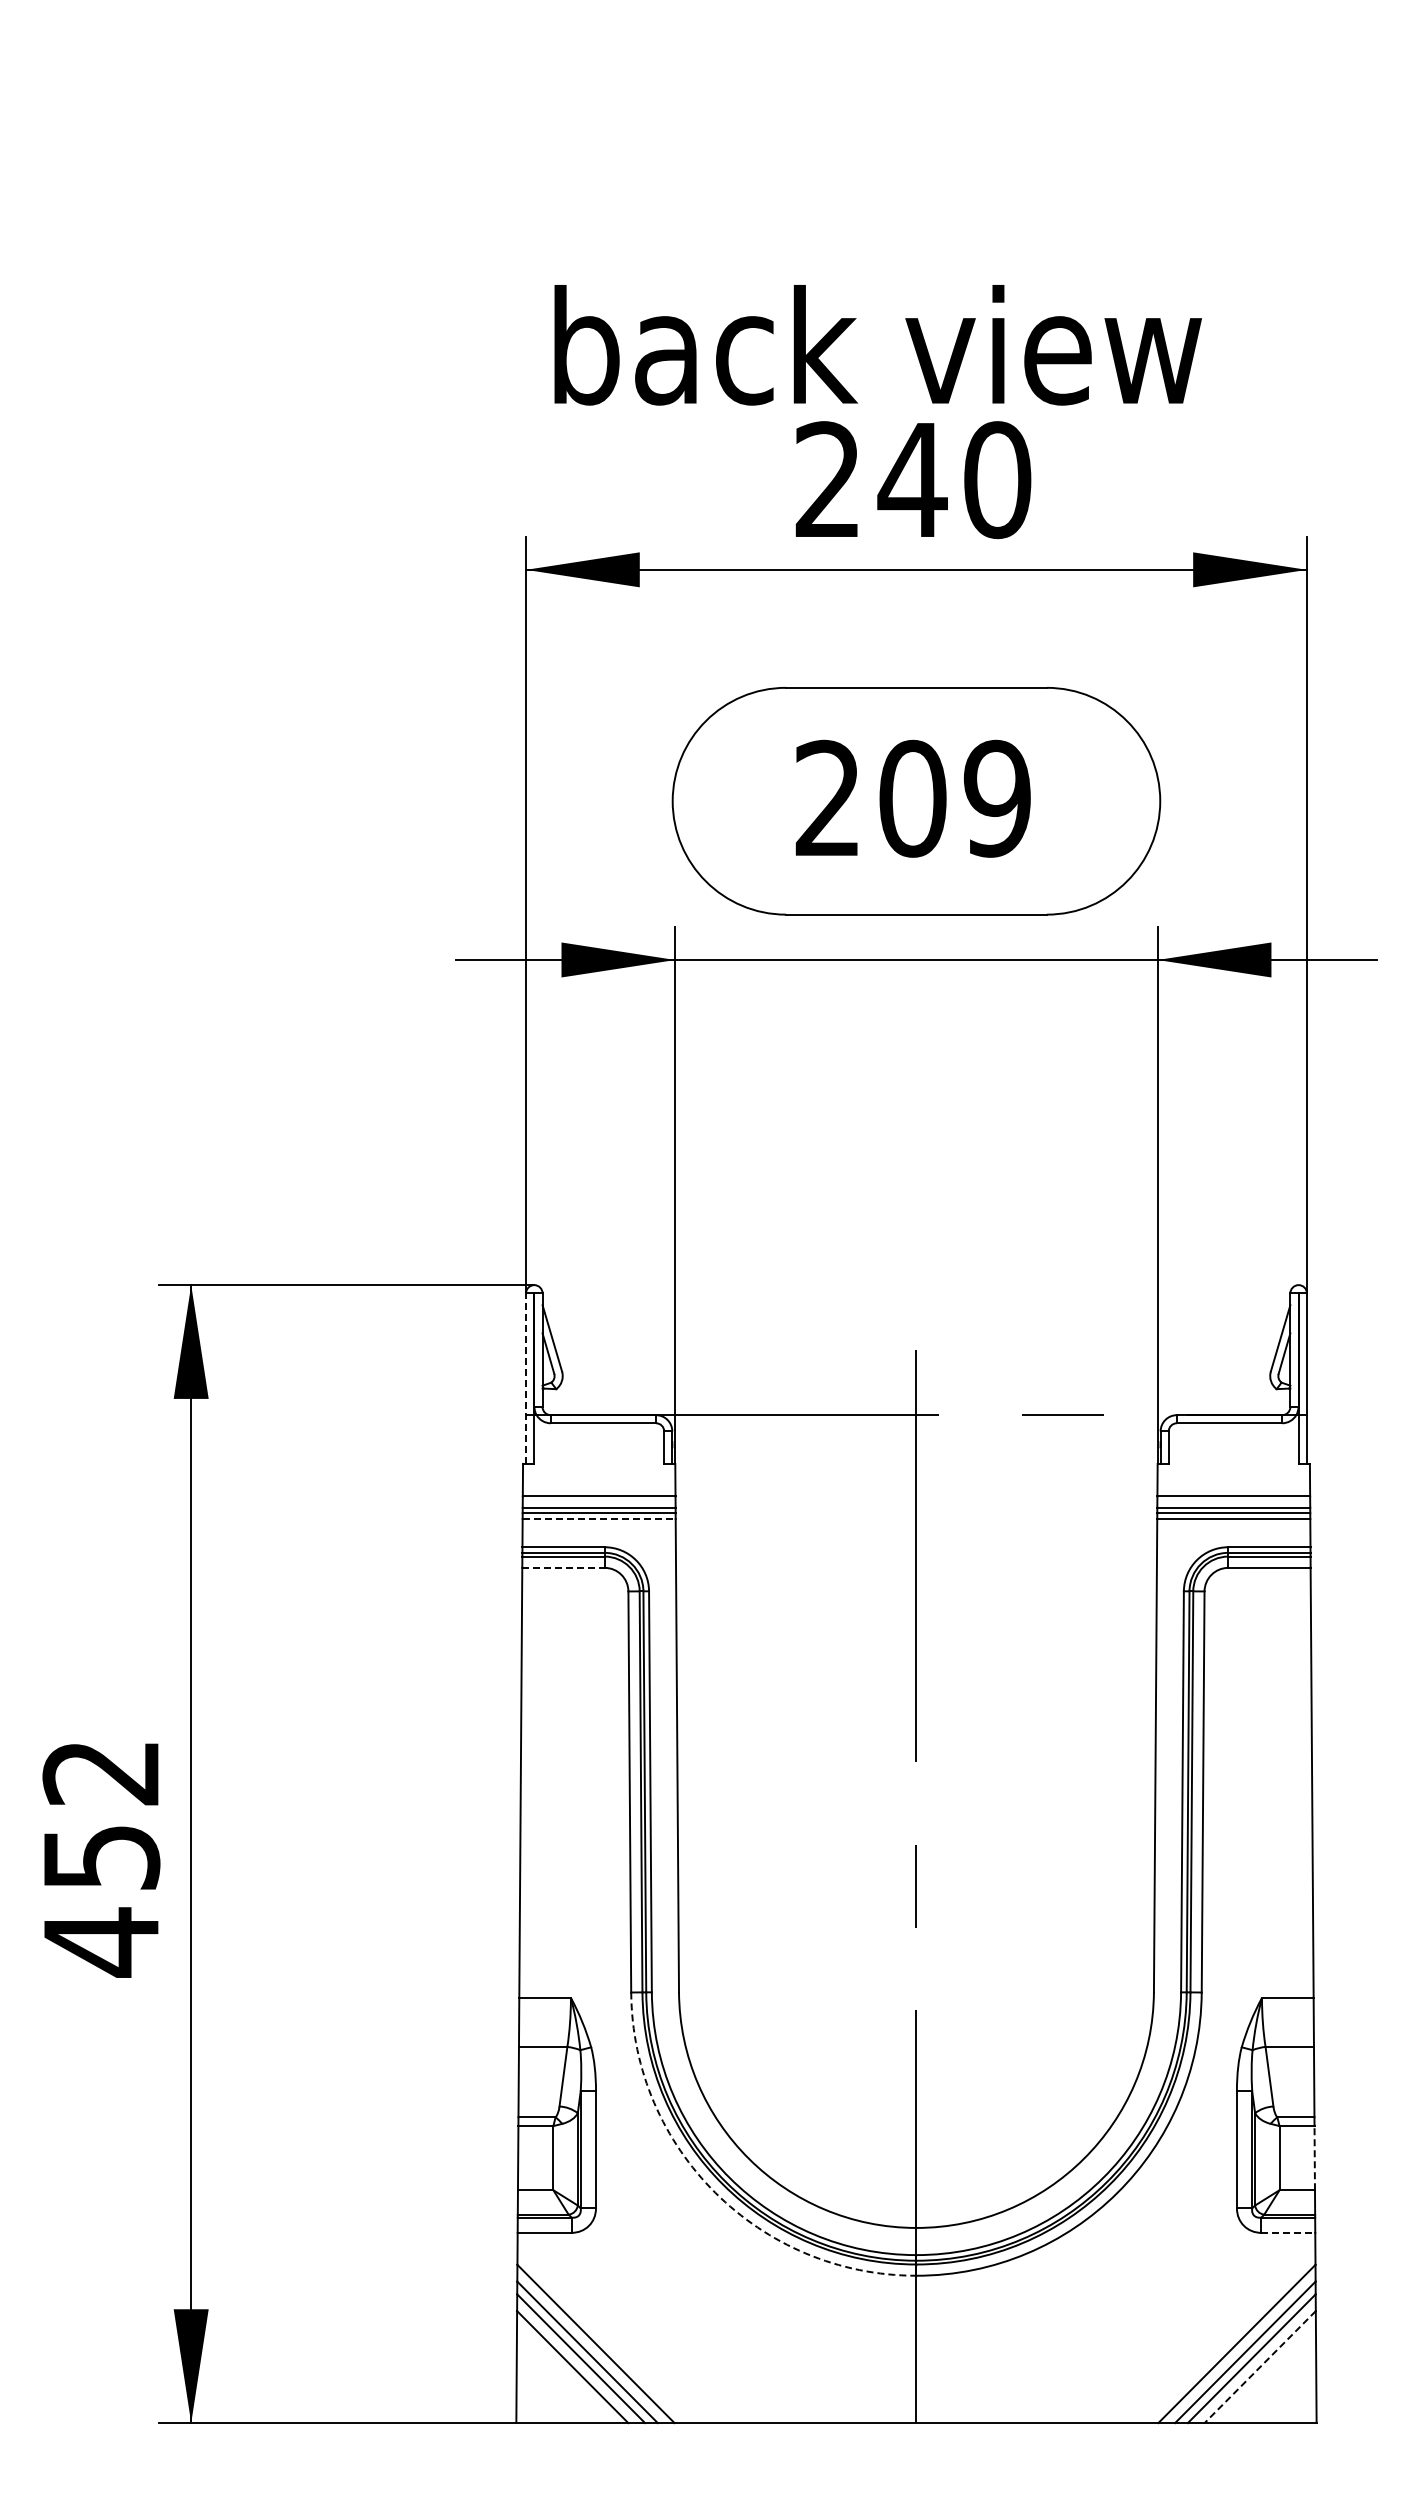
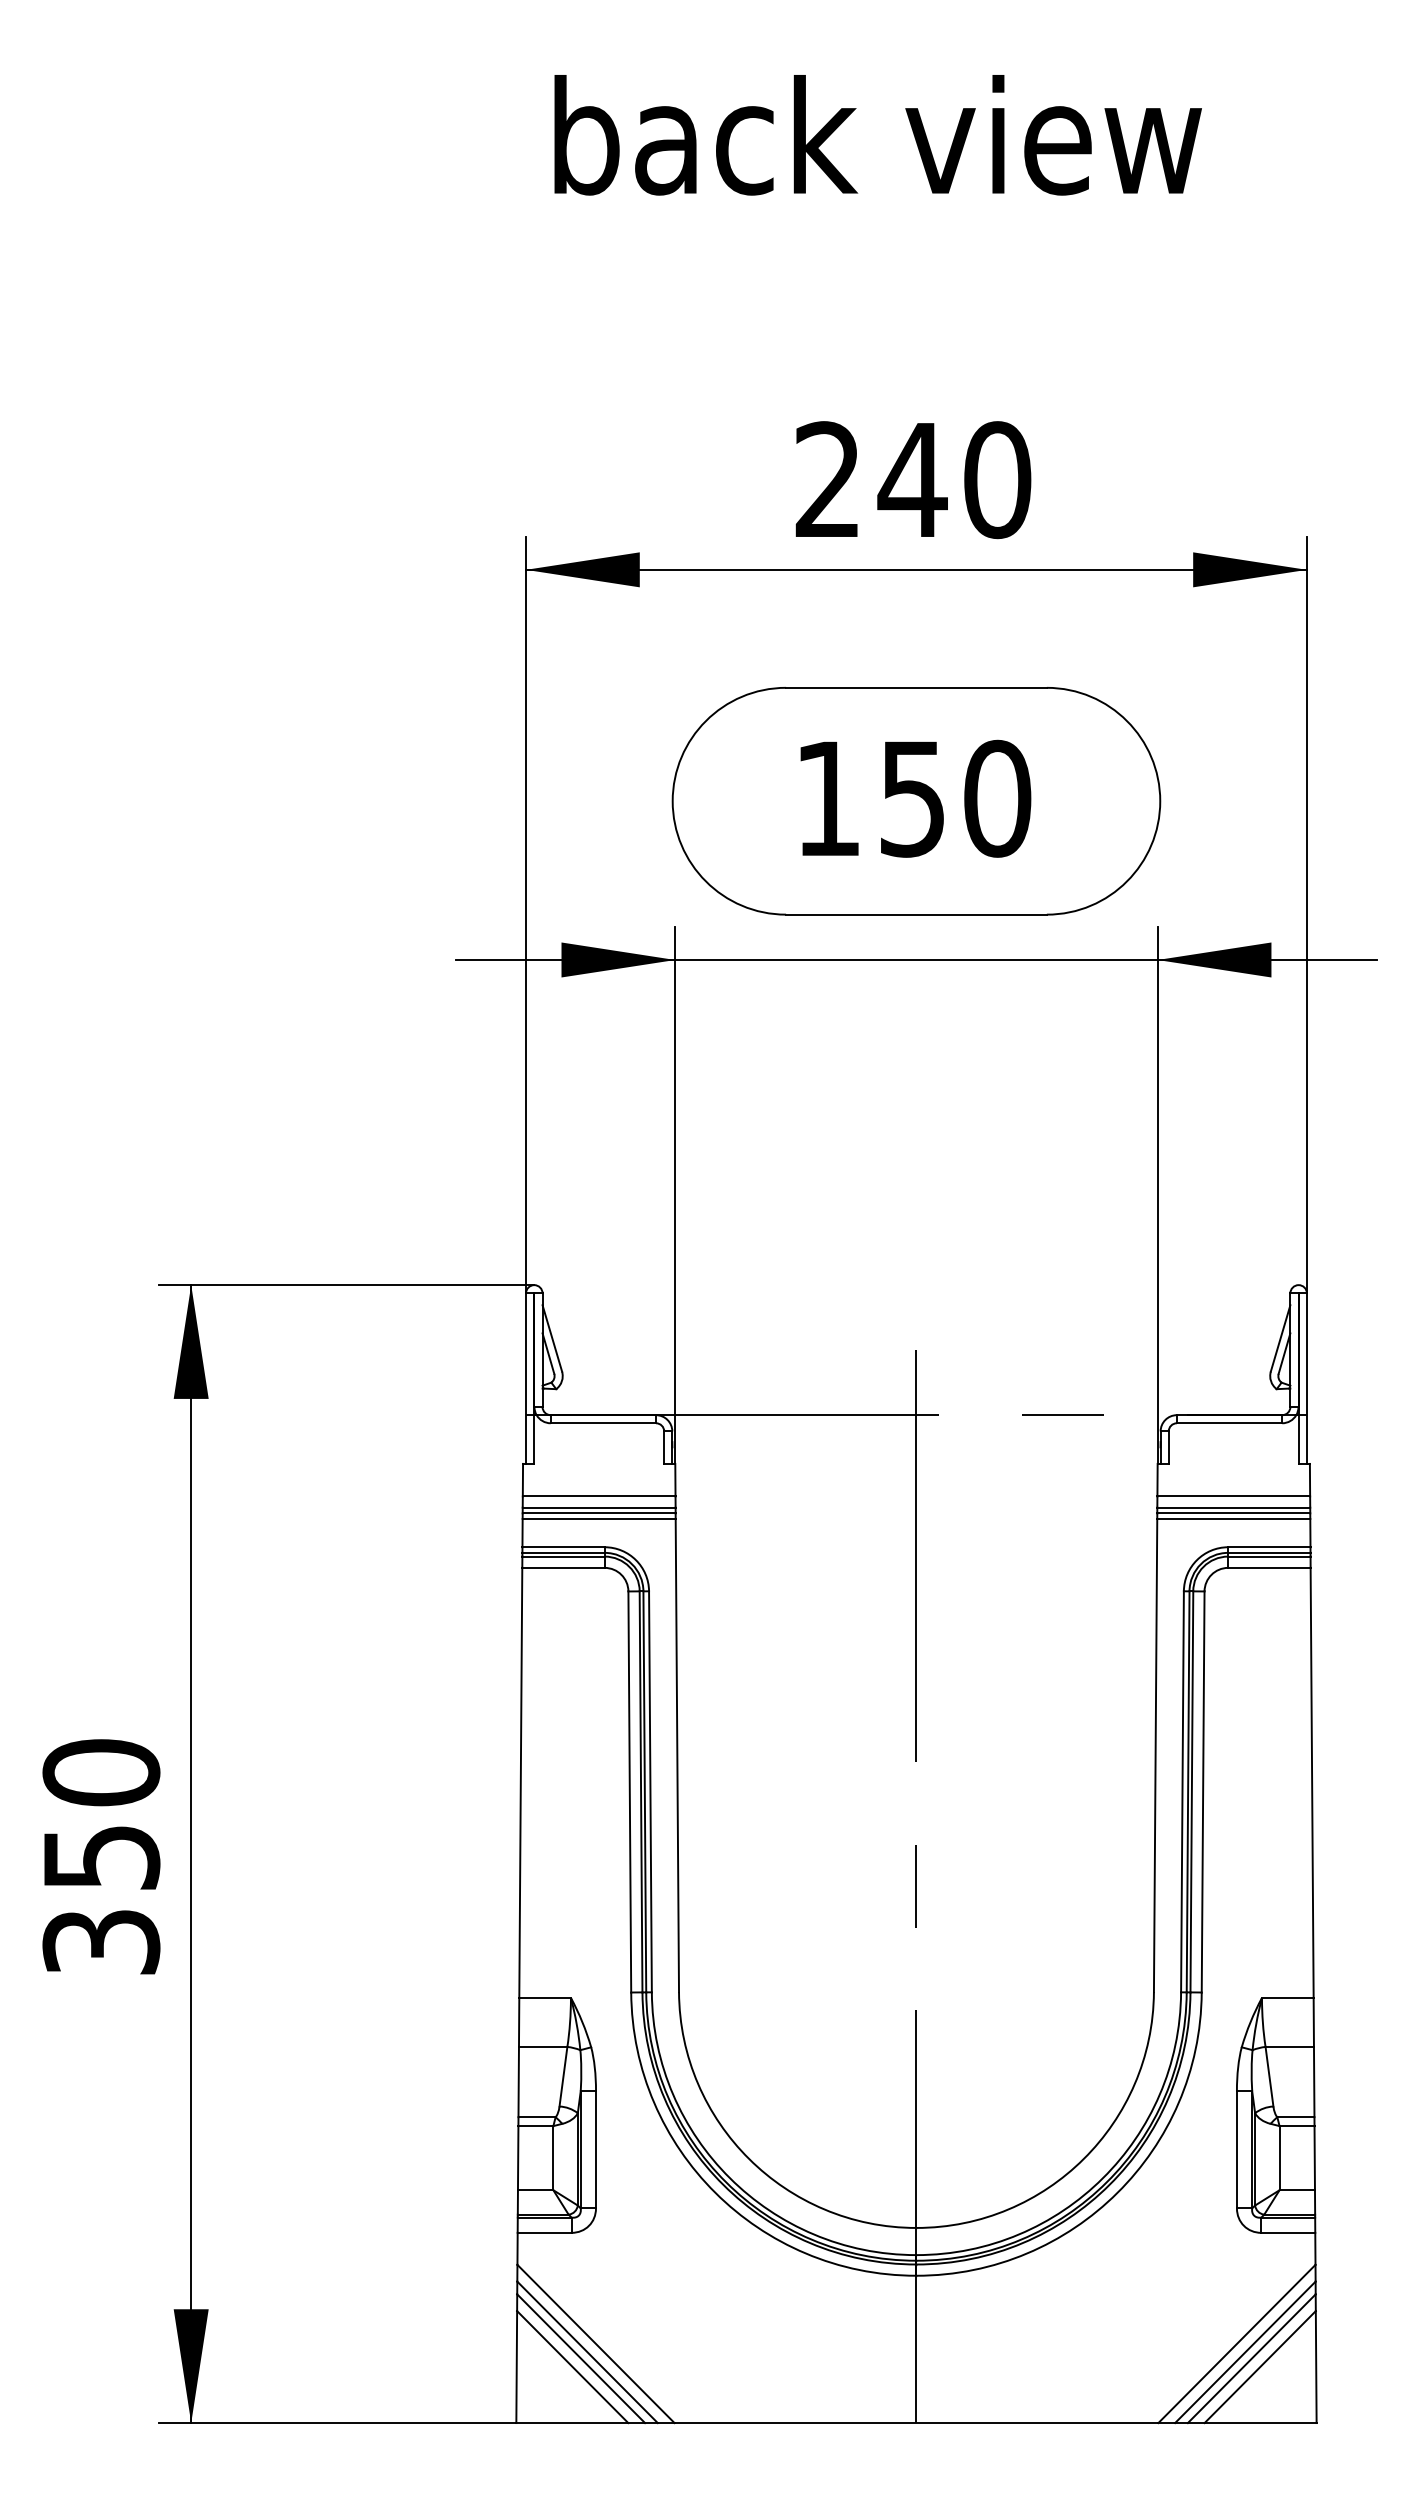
text at (877, 345) position: (877, 345) -> (877, 135)
text at (913, 798): 209 -> 150
line at (526, 1378): dashed -> solid
line at (599, 1518): dashed -> solid
line at (563, 1567): dashed -> solid
text at (101, 1858): 452 -> 350
line at (1314, 2157): dashed -> solid
arc at (715, 2192): dashed -> solid
line at (1288, 2232): dashed -> solid
line at (1260, 2367): dashed -> solid
